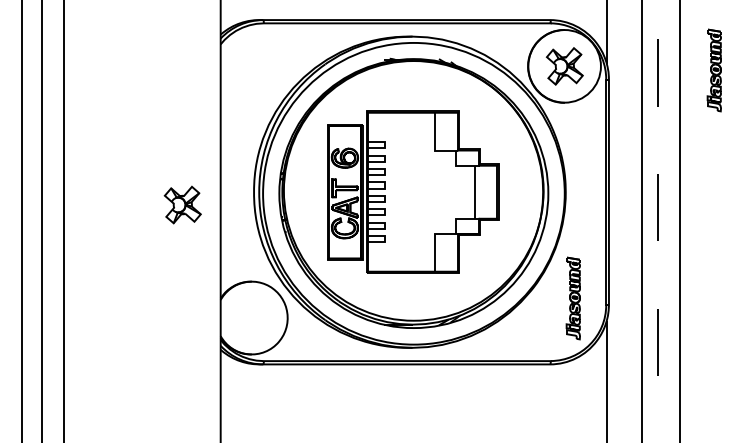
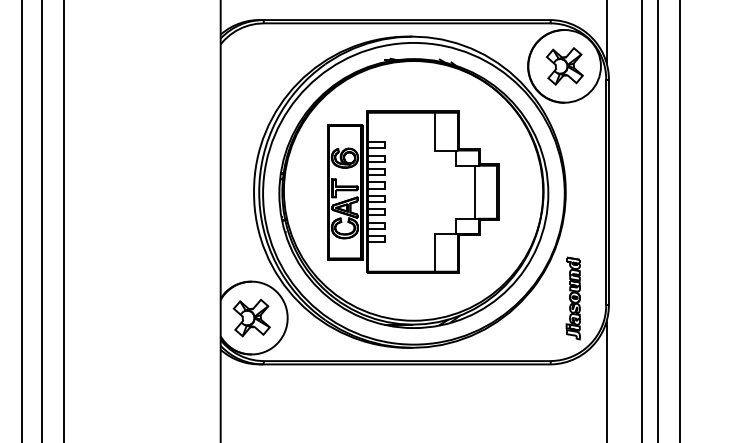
part at (713, 70): present -> none
part at (182, 204) position: (182, 204) -> (251, 317)
line at (658, 221): dashed -> solid
